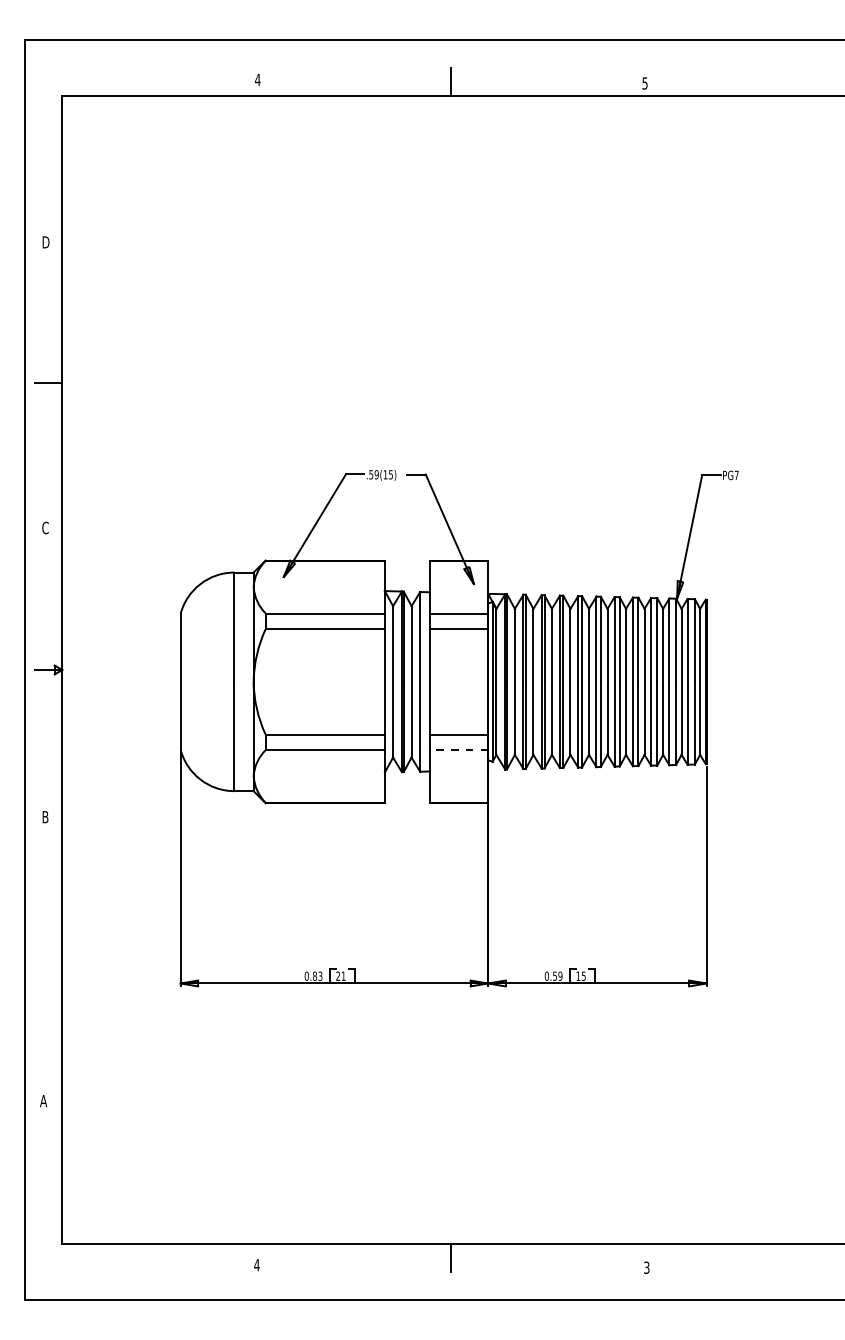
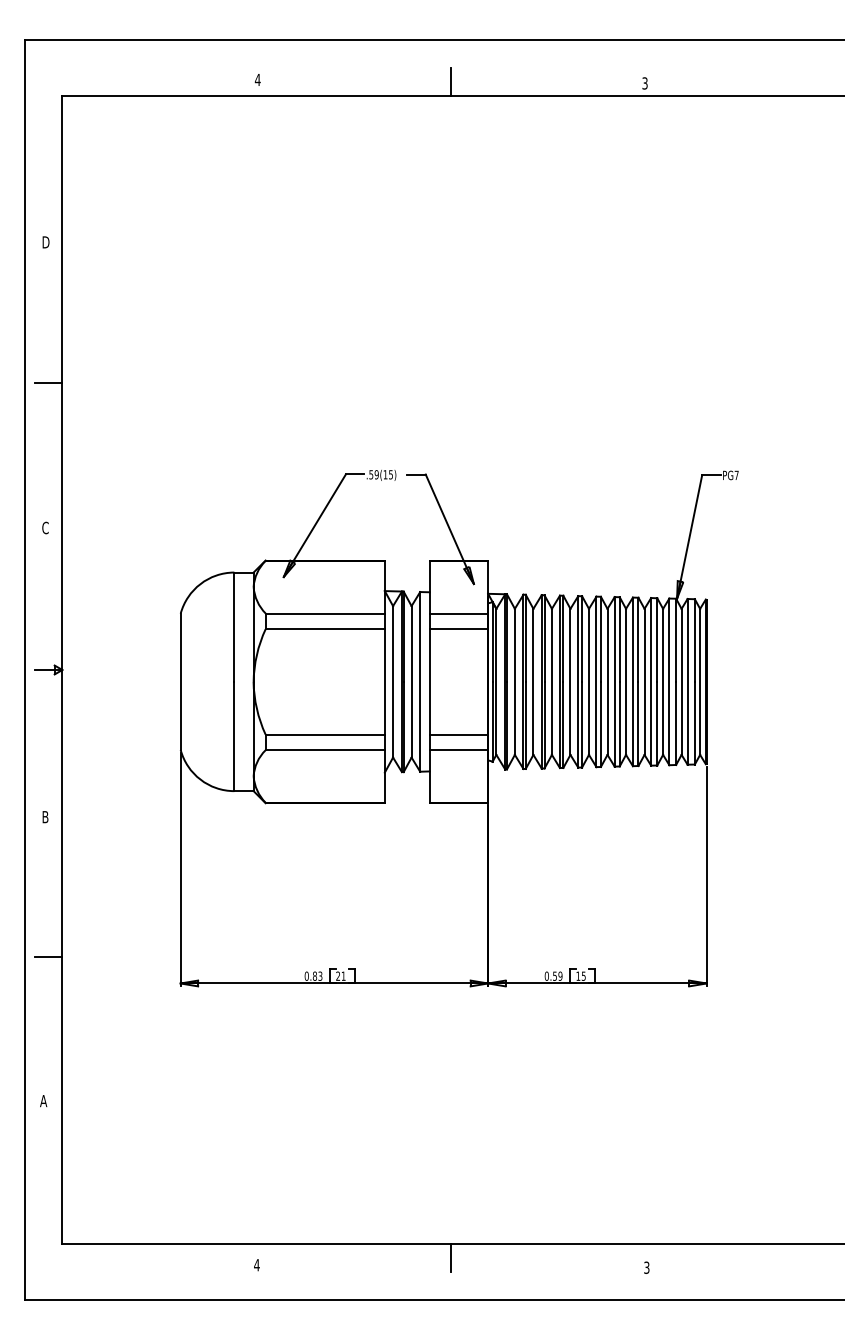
text at (644, 82): 5 -> 3
line at (458, 750): dashed -> solid
line at (48, 957): none -> present
